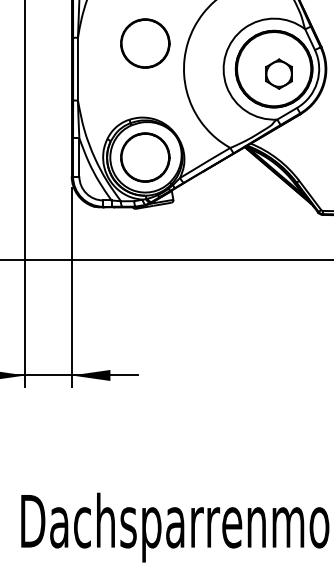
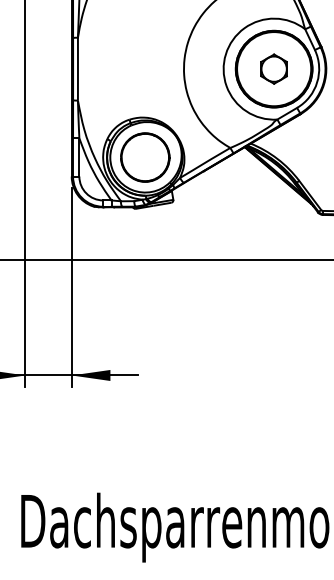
part at (145, 43): present -> none
part at (278, 73) position: (278, 73) -> (273, 68)
